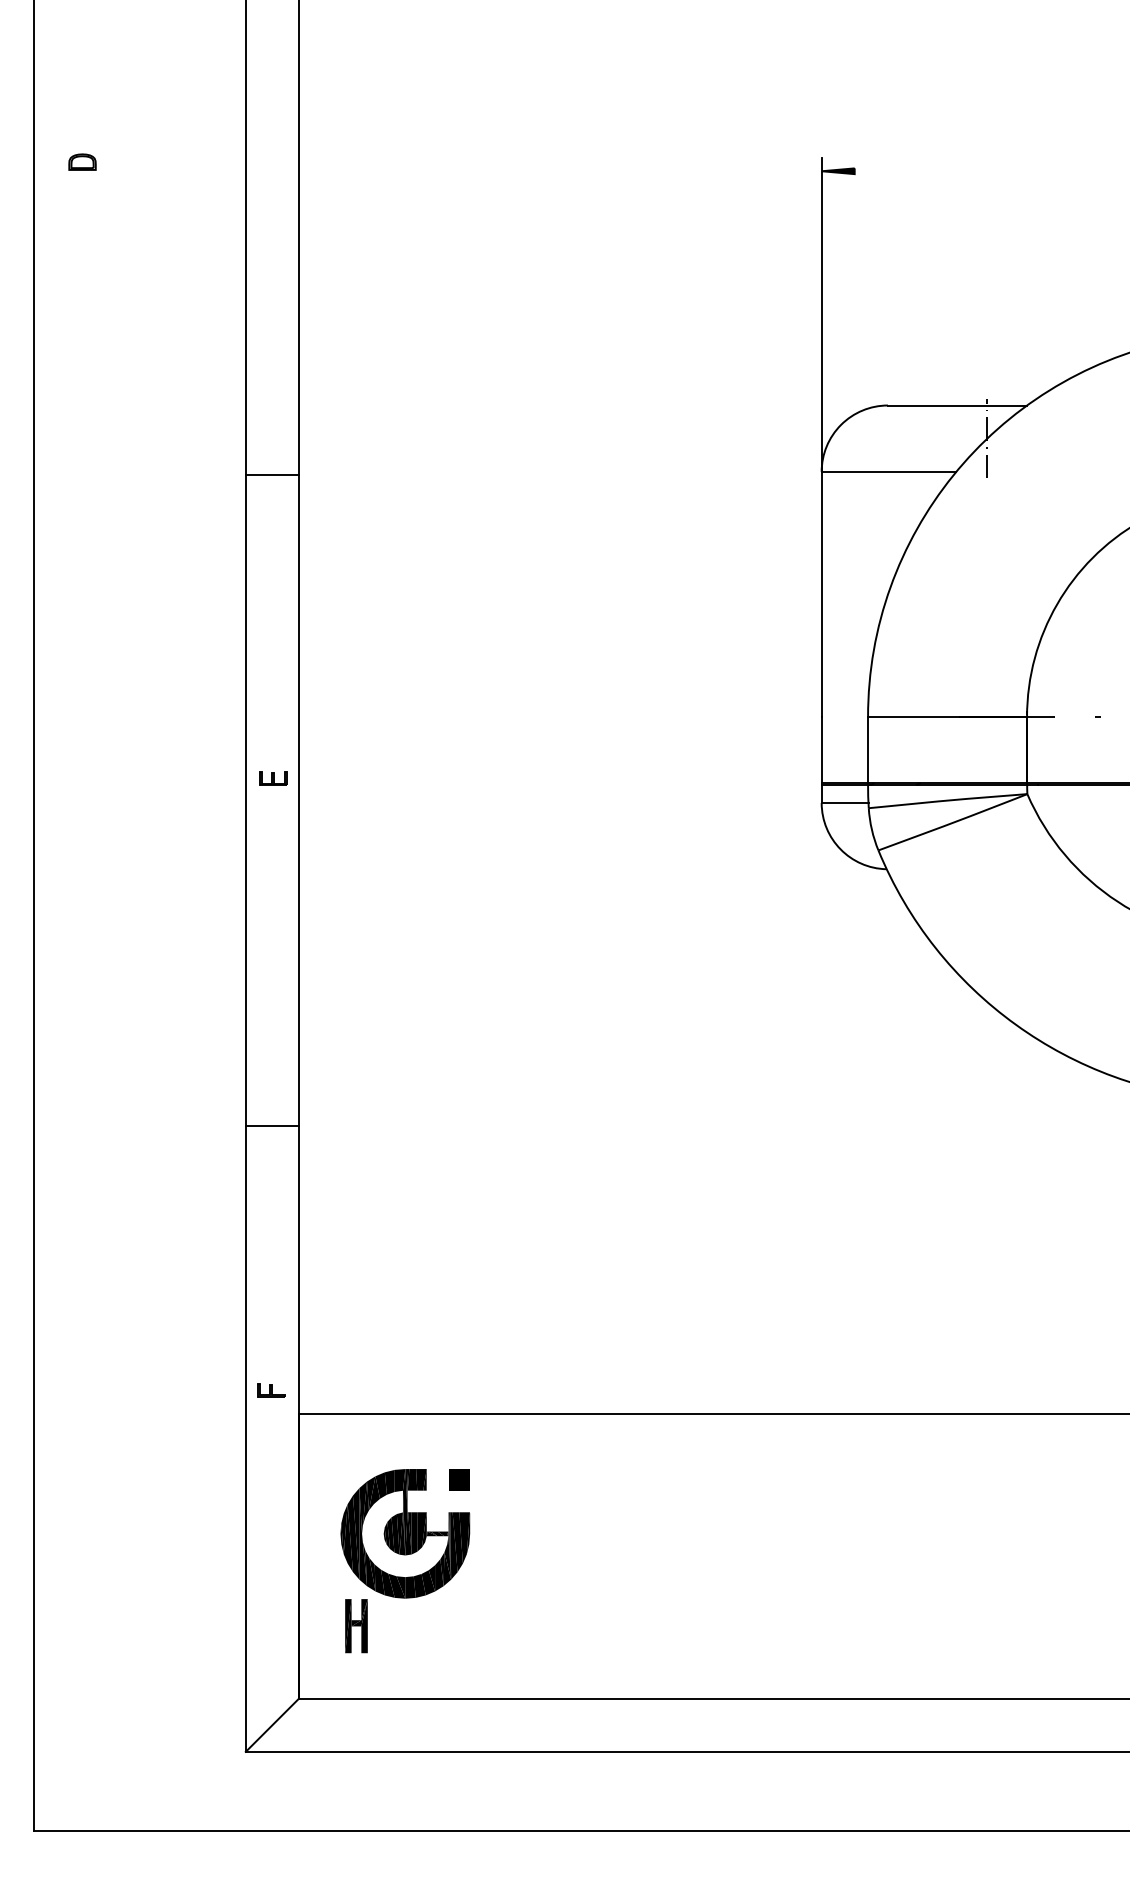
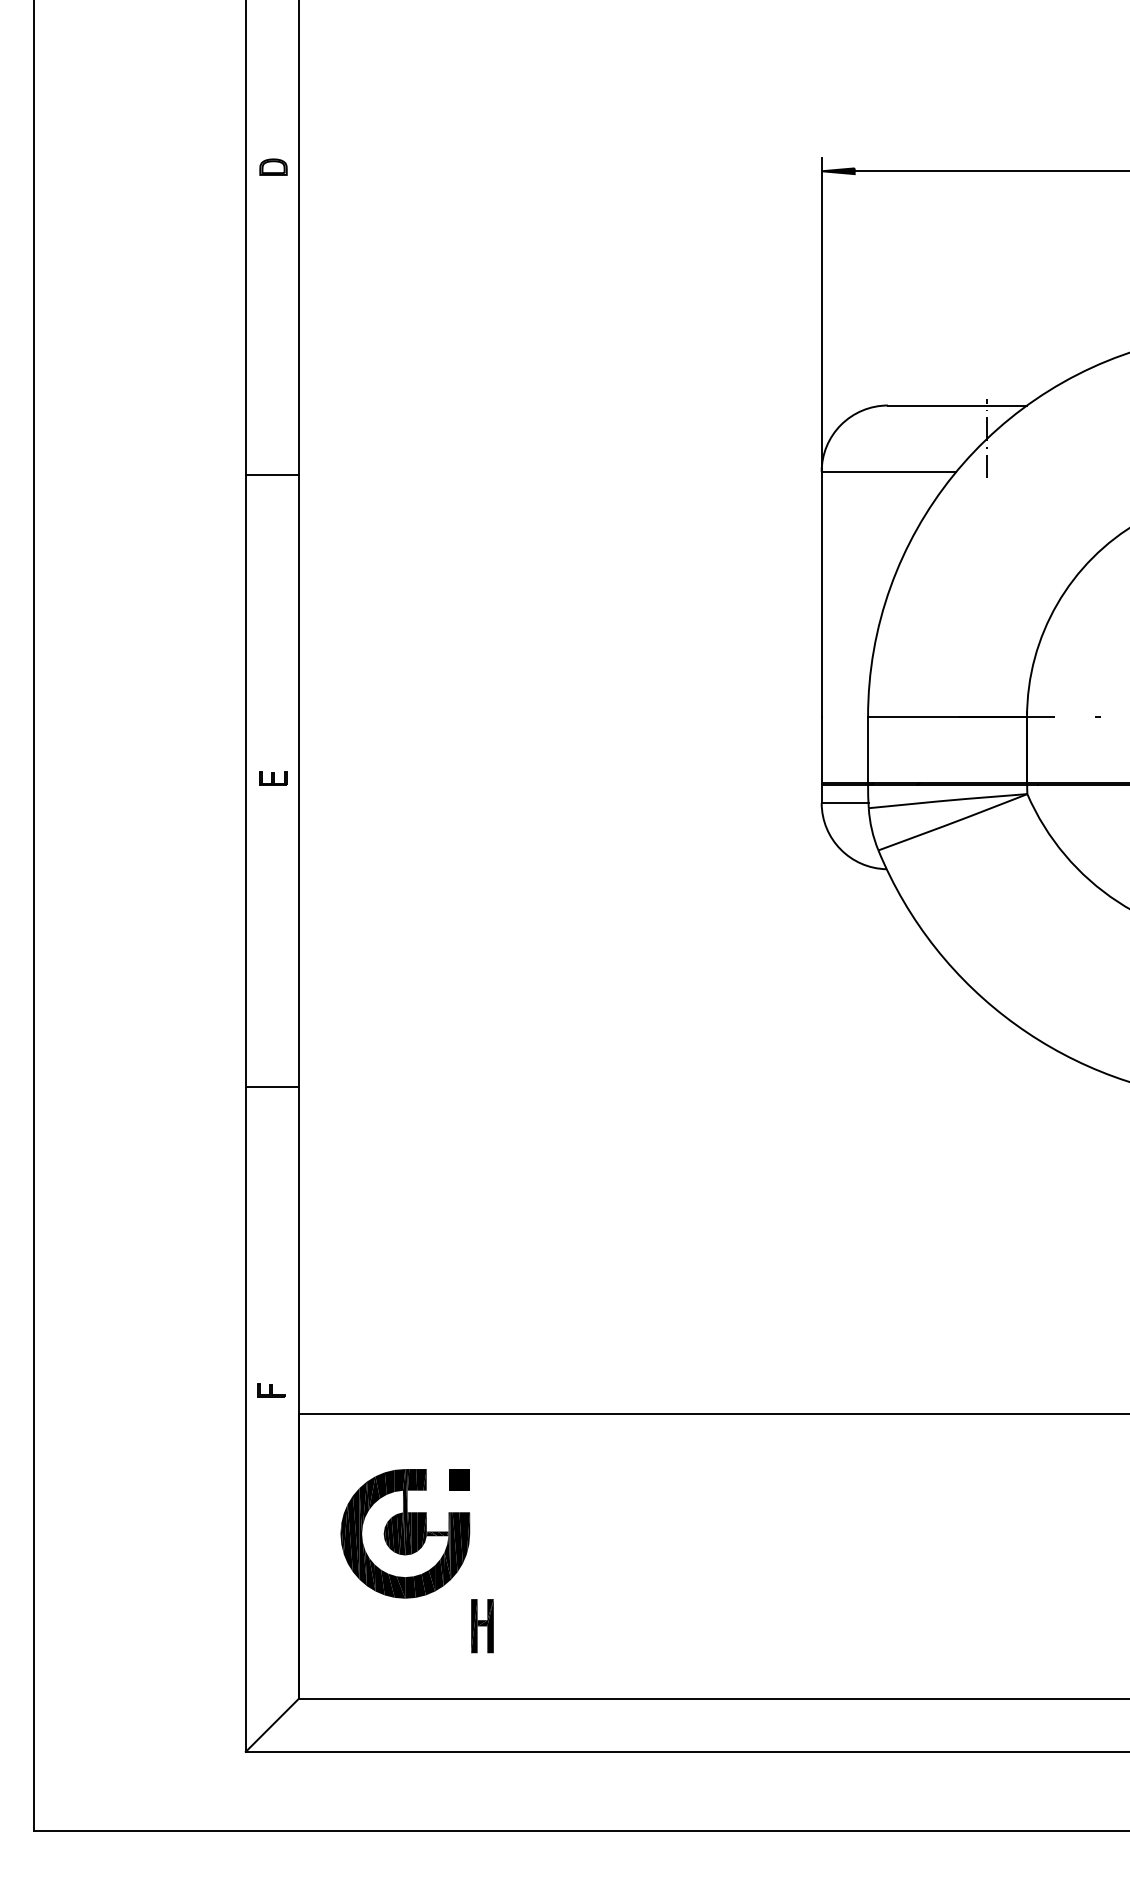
part at (82, 161) position: (82, 161) -> (273, 166)
line at (990, 171): none -> present
line at (271, 1126) position: (271, 1126) -> (271, 1087)
part at (356, 1626) position: (356, 1626) -> (482, 1626)
